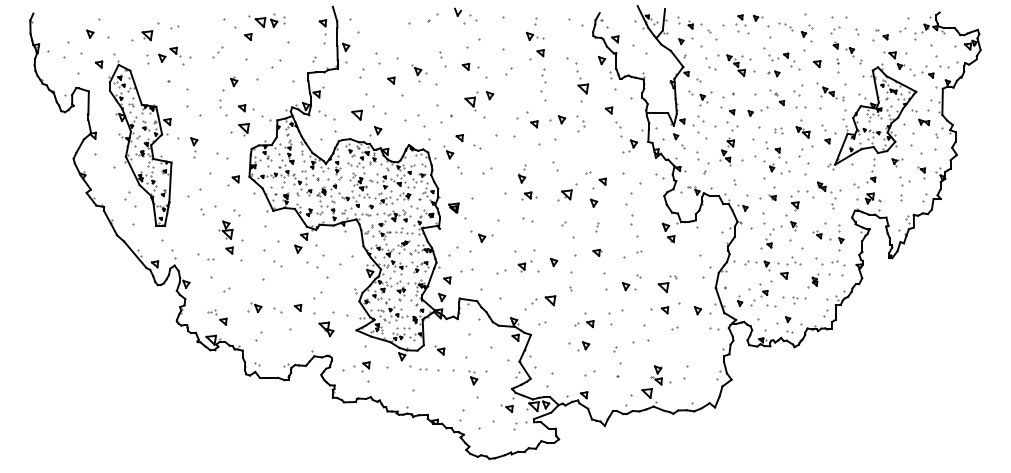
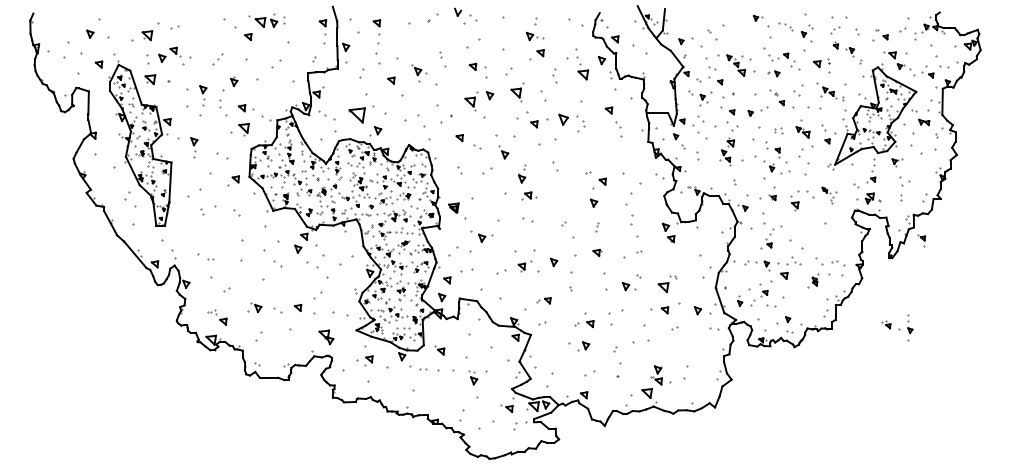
part at (689, 22): present -> none
part at (742, 24): present -> none
part at (376, 31): none -> present
part at (217, 52) position: (217, 52) -> (217, 59)
part at (837, 65) position: (837, 65) -> (828, 65)
part at (470, 66) position: (470, 66) -> (477, 66)
part at (543, 75) position: (543, 75) -> (554, 75)
part at (582, 78) position: (582, 78) -> (582, 64)
part at (150, 79): none -> present
part at (715, 80): none -> present
part at (517, 92): none -> present
part at (203, 95): none -> present
part at (800, 107) size: 12x3 px -> 18x3 px
part at (356, 114) size: 12x12 px -> 18x17 px
part at (557, 119) size: 18x10 px -> 23x13 px
part at (630, 146): present -> none
part at (448, 152) position: (448, 152) -> (503, 152)
part at (706, 168): present -> none
part at (921, 172) position: (921, 172) -> (921, 240)
part at (567, 192): present -> none
part at (829, 195) size: 25x29 px -> 17x19 px
part at (791, 222): present -> none
part at (225, 237): present -> none
part at (828, 237) position: (828, 237) -> (897, 327)
part at (543, 300) size: 26x12 px -> 16x8 px
part at (799, 300): present -> none
part at (326, 329) position: (326, 329) -> (326, 337)
part at (361, 366) position: (361, 366) -> (364, 360)
